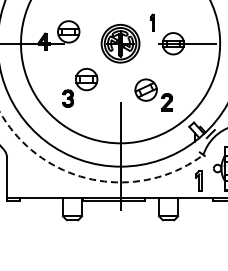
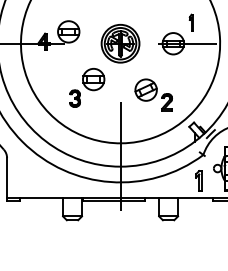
part at (151, 22) position: (151, 22) -> (190, 22)
part at (80, 87) position: (80, 87) -> (87, 87)
arc at (90, 178): dashed -> solid
